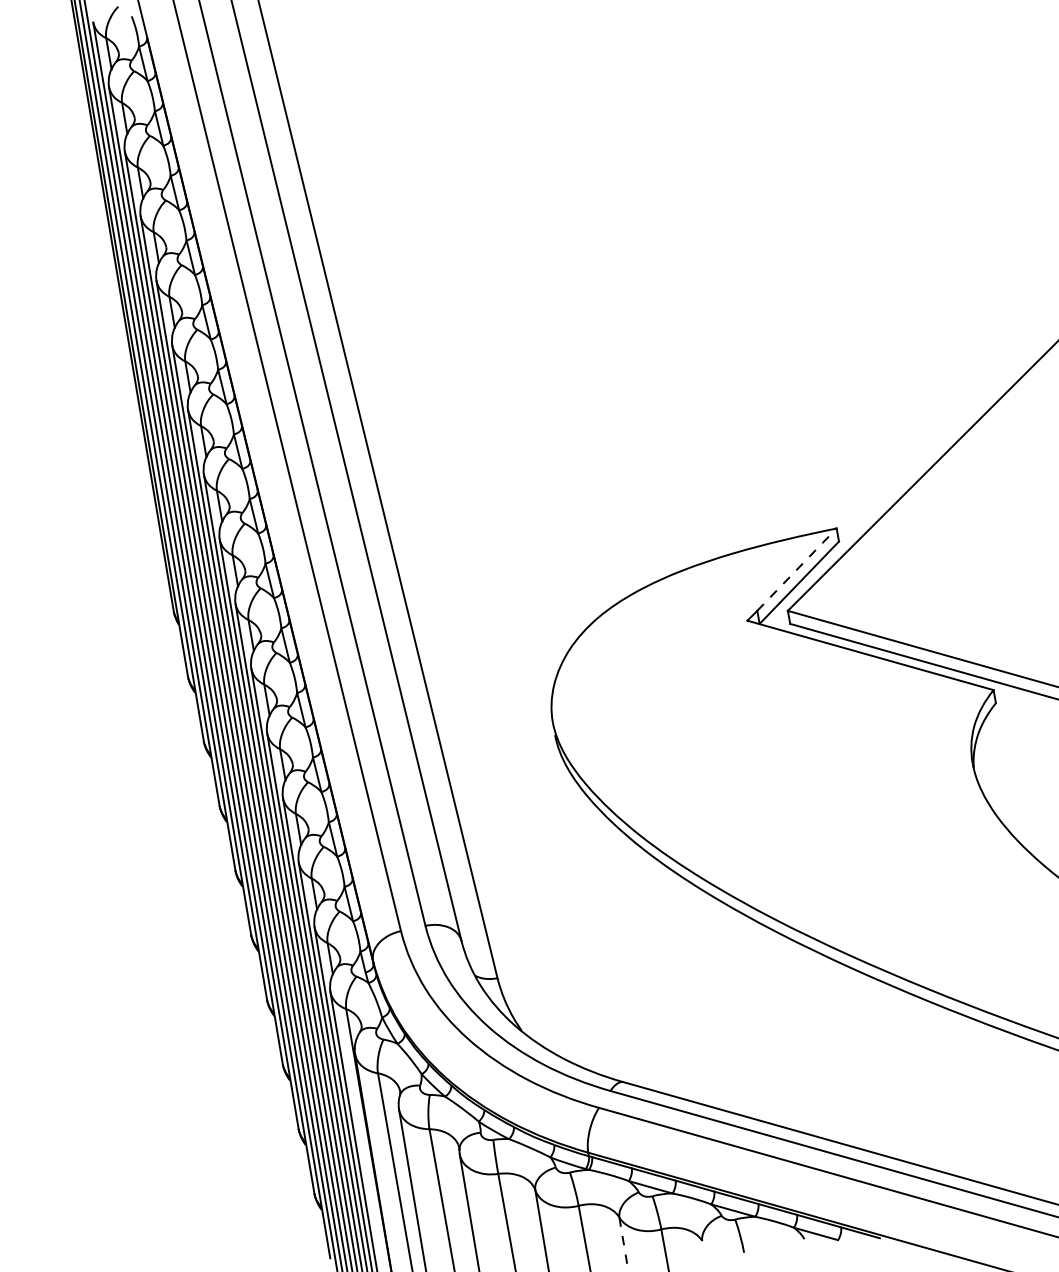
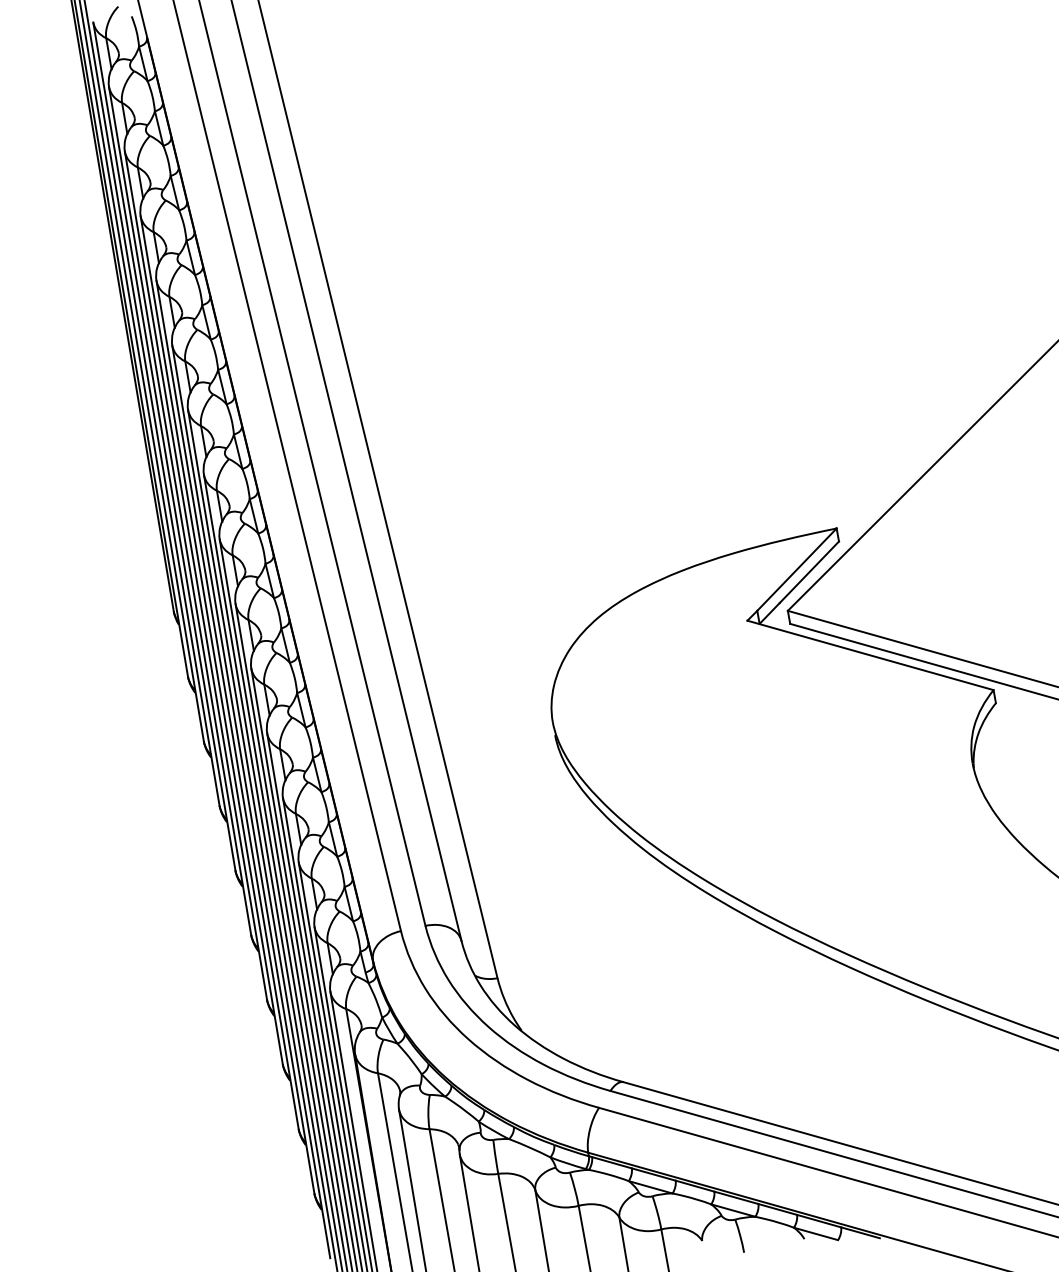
line at (797, 569): dashed -> solid
line at (624, 1245): dashed -> solid
